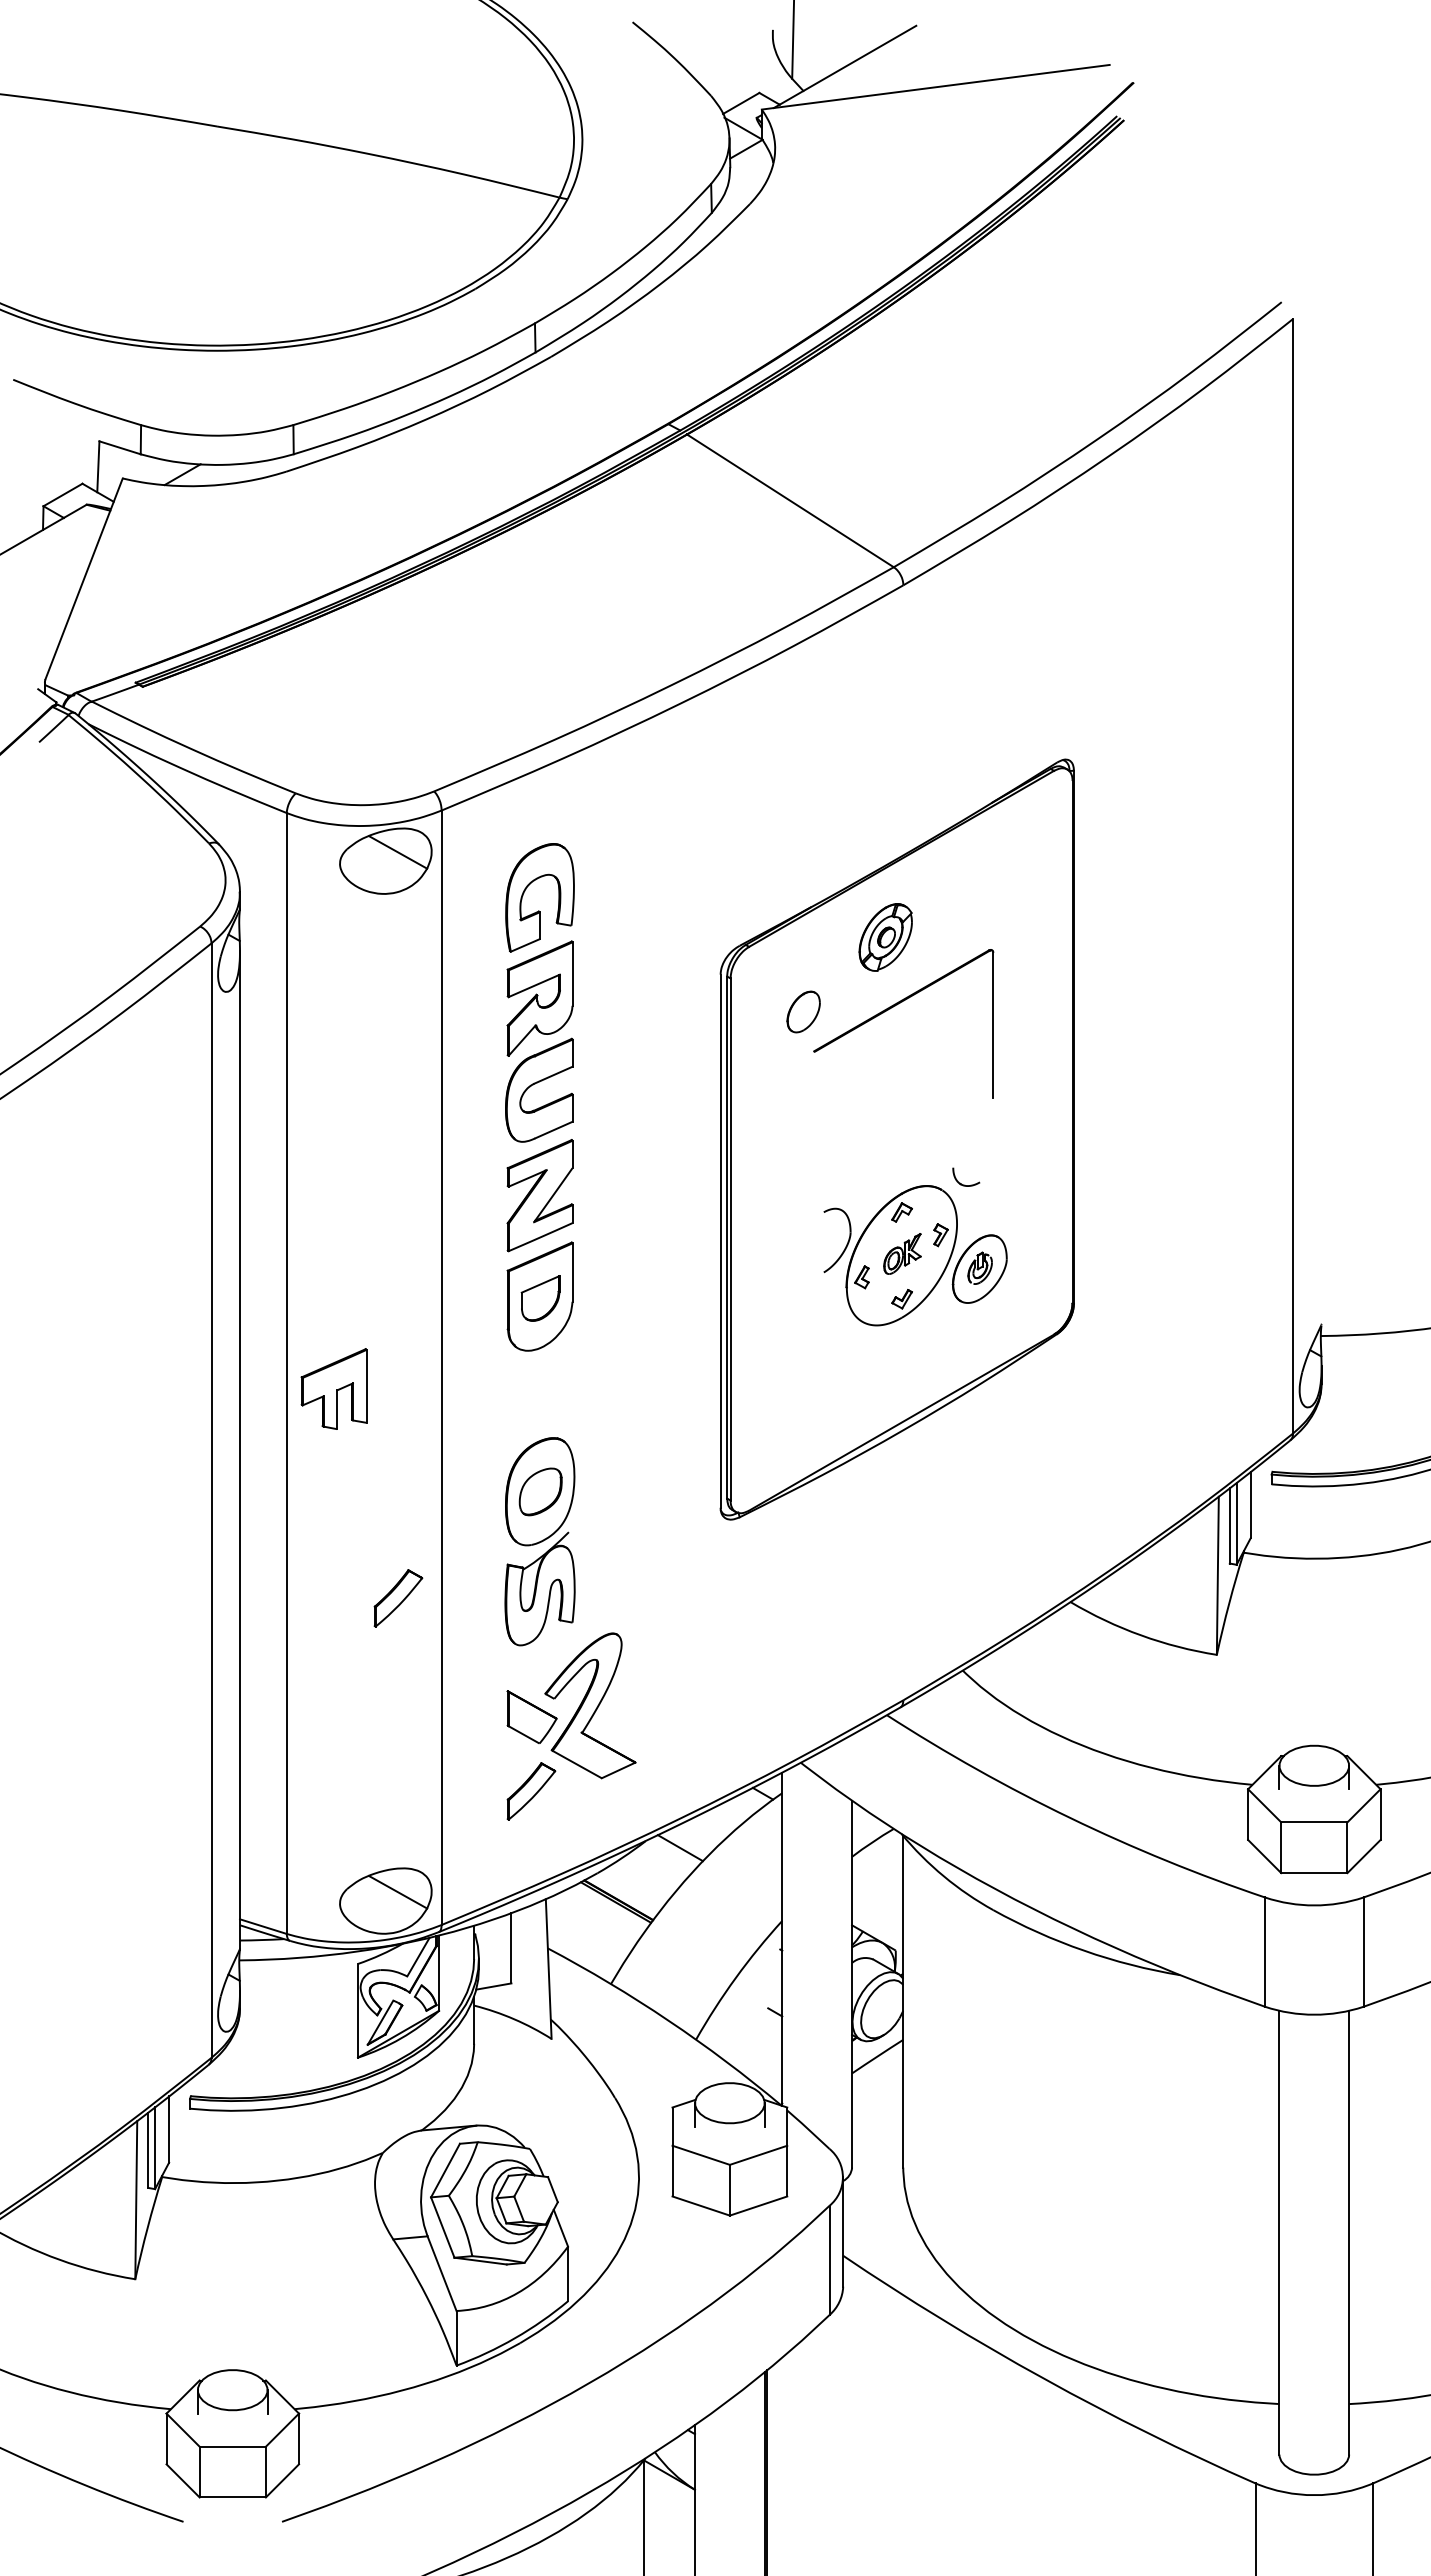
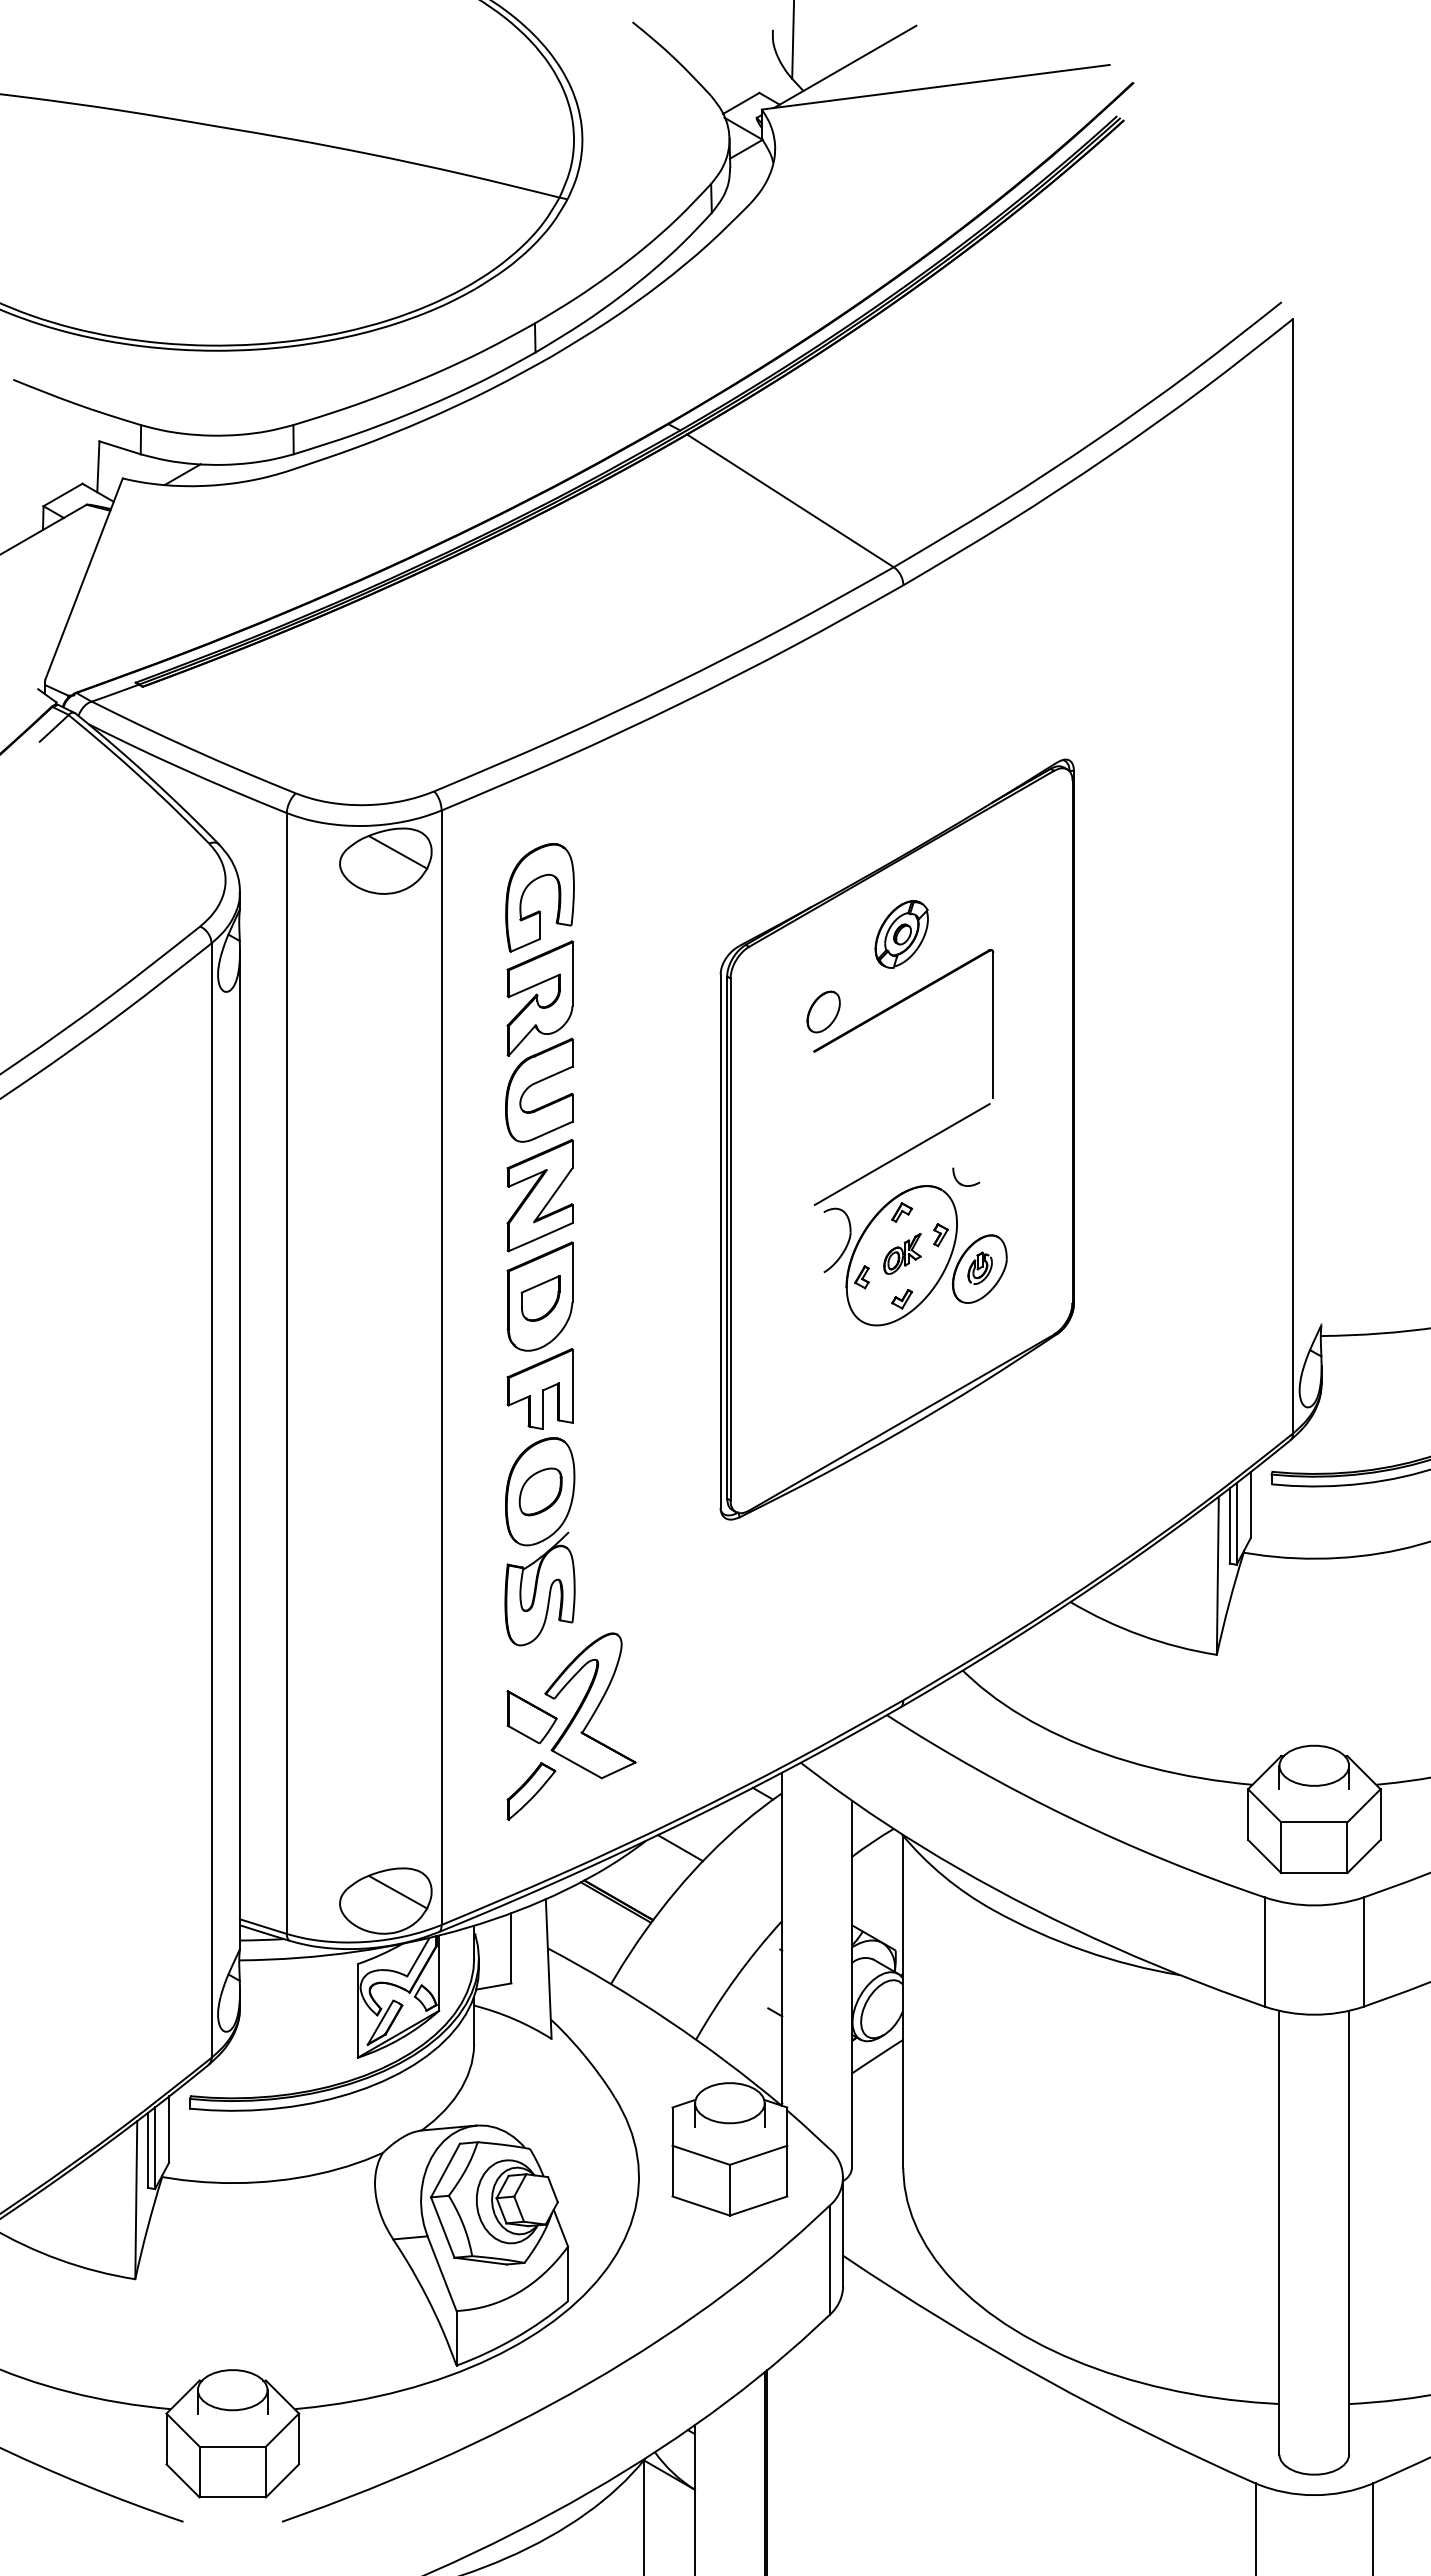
part at (885, 937) position: (885, 937) -> (901, 934)
part at (803, 1011) position: (803, 1011) -> (823, 1011)
line at (901, 1154): none -> present
part at (333, 1388) position: (333, 1388) -> (539, 1388)
part at (398, 1598): present -> none
